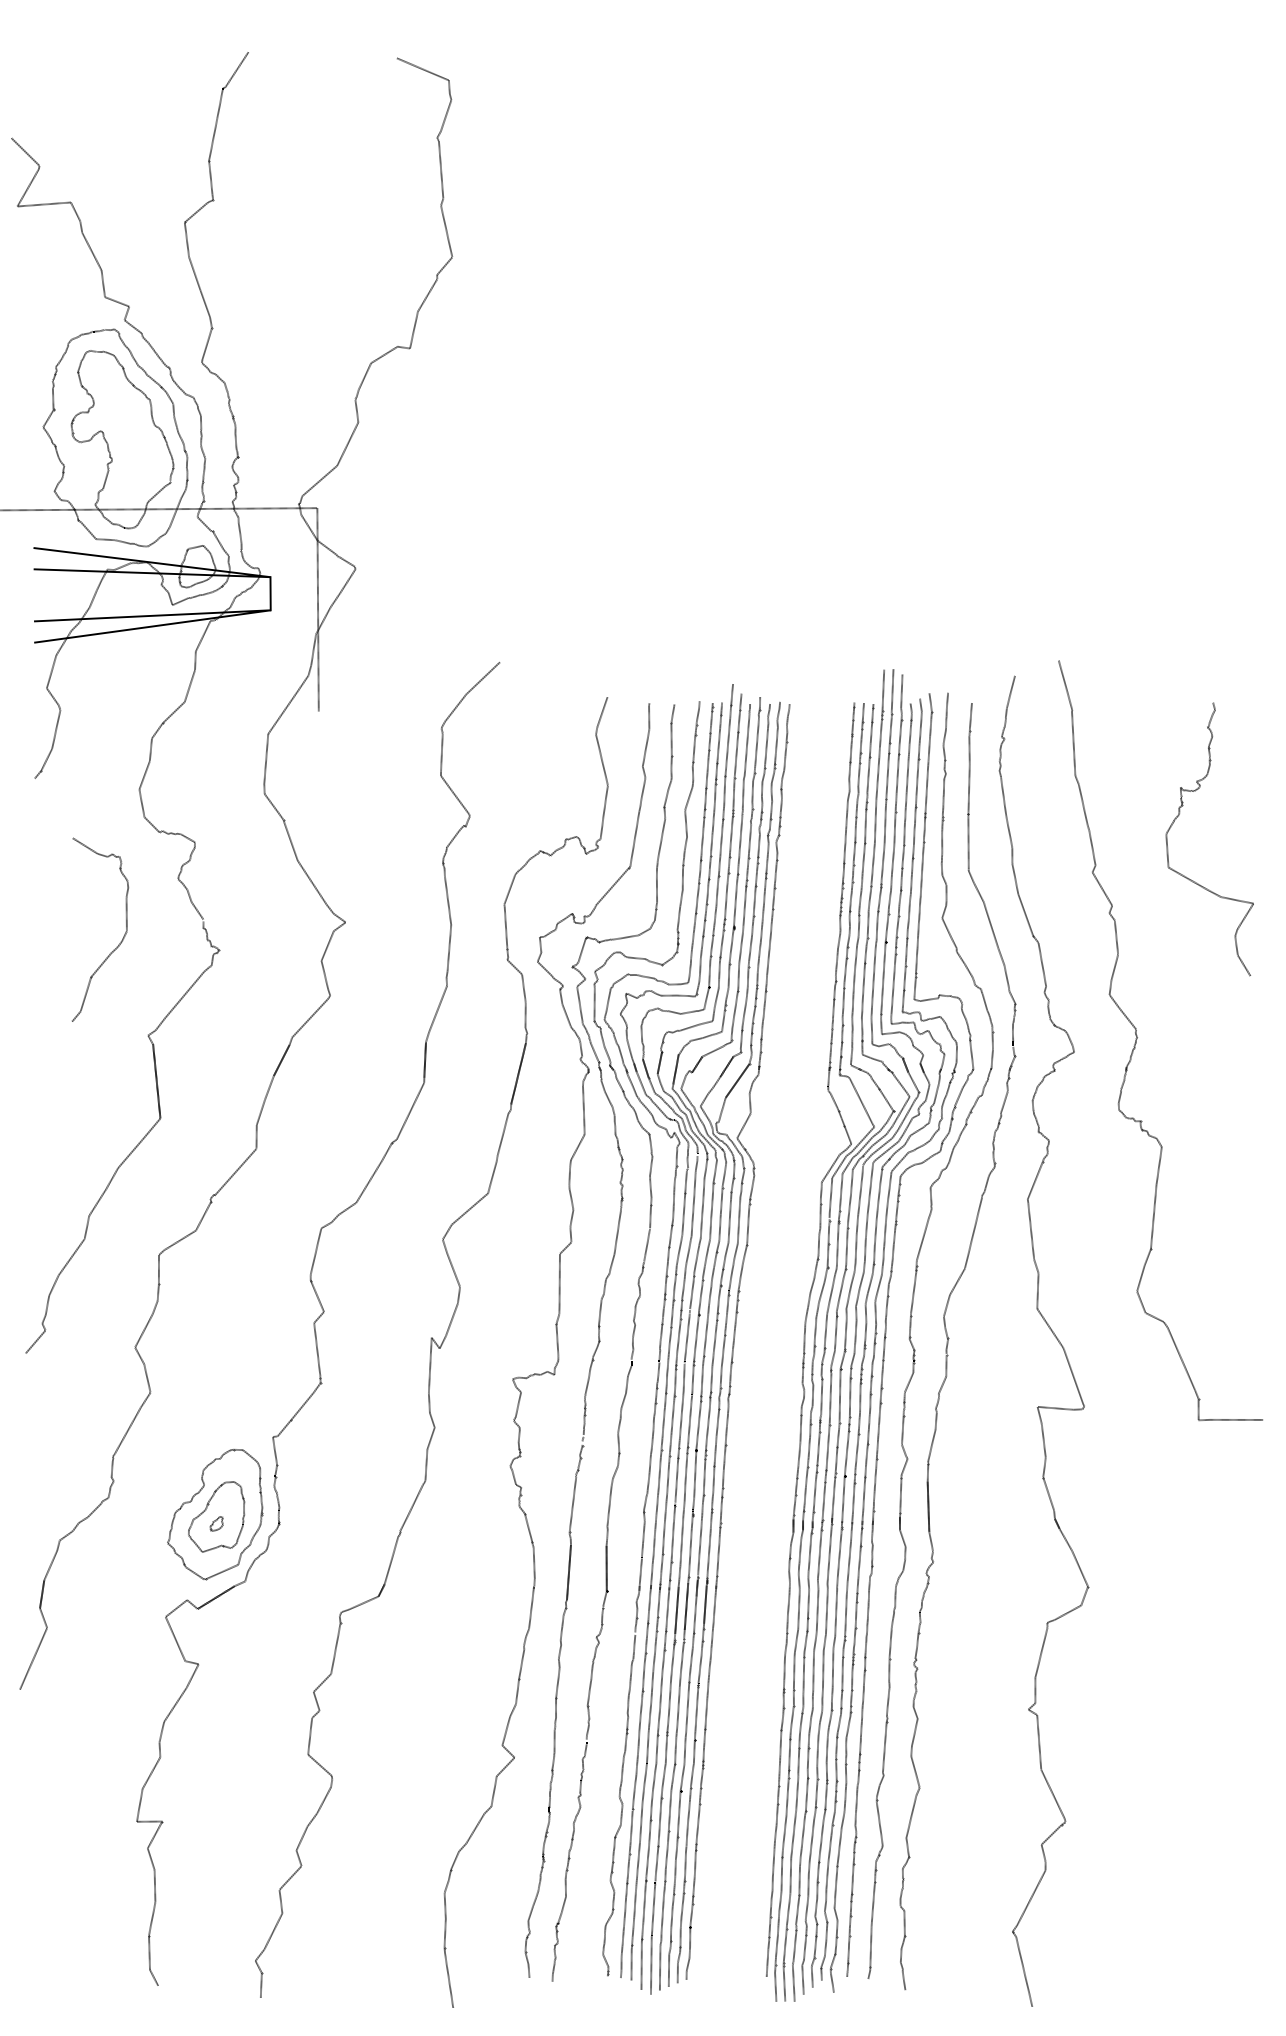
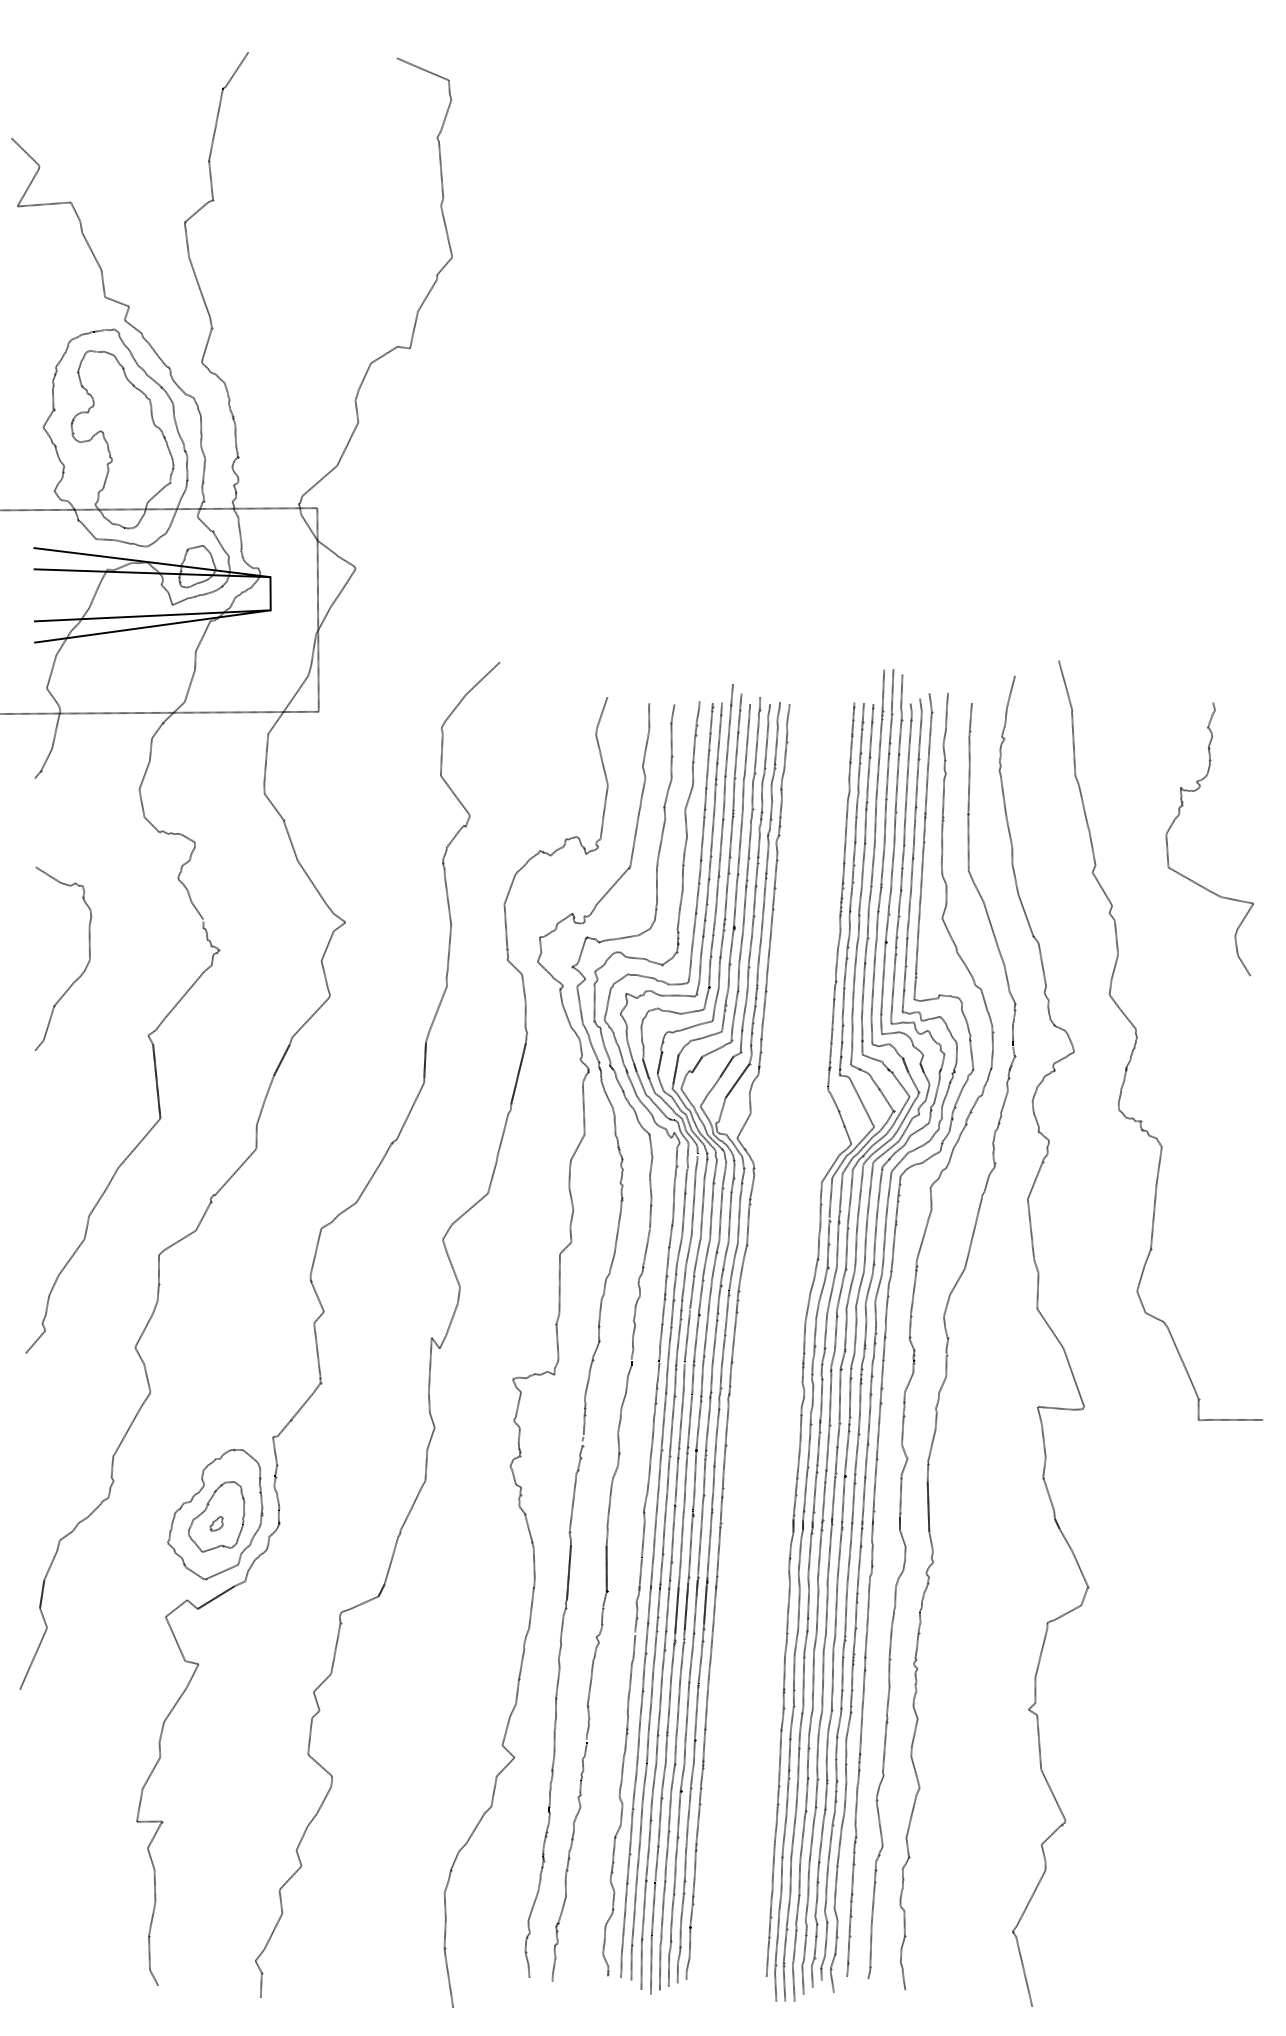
line at (160, 712): none -> present
curve at (120, 941) position: (120, 941) -> (83, 970)
